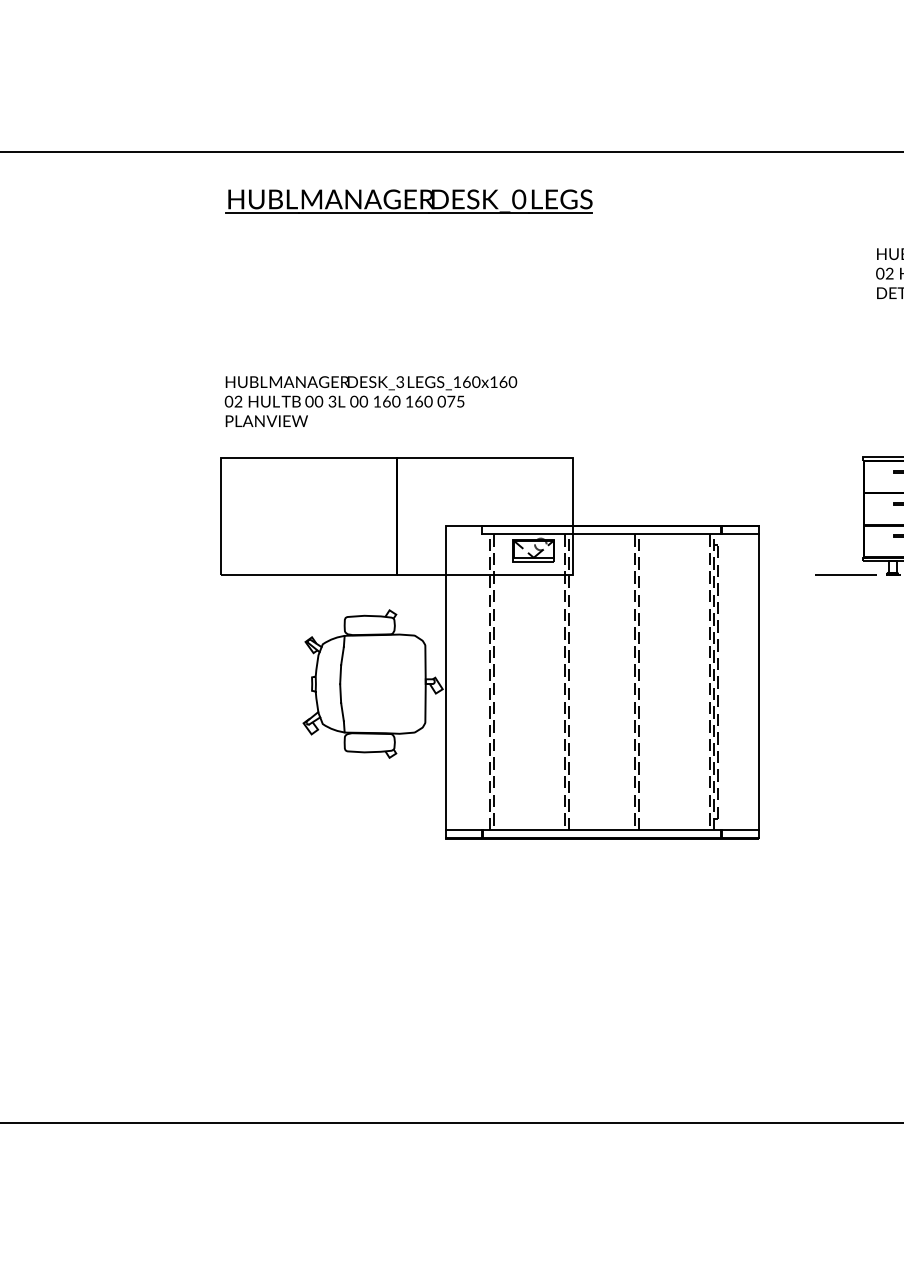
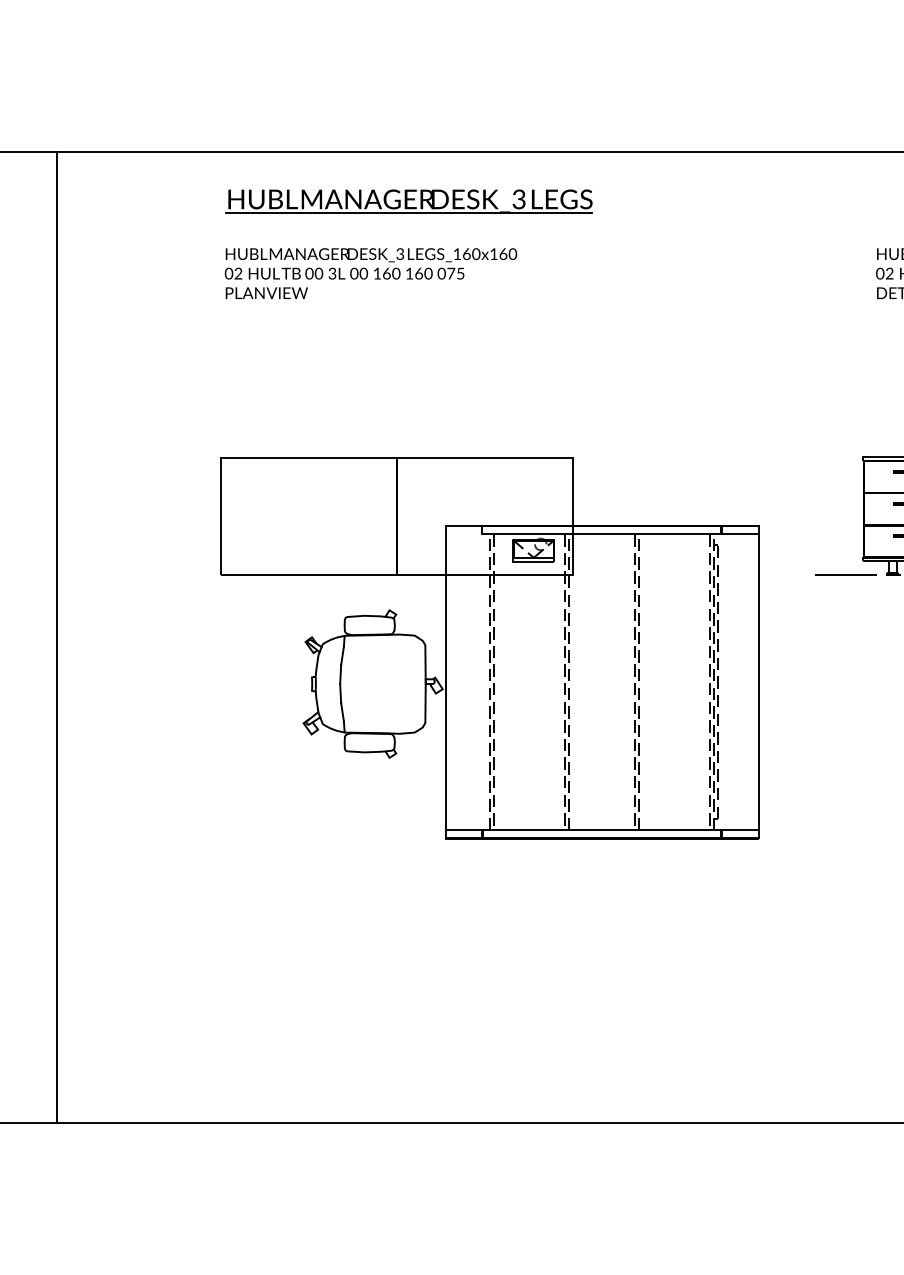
text at (519, 199): DESK_0 -> DESK_3
text at (370, 401) position: (370, 401) -> (370, 273)
line at (56, 637): none -> present
